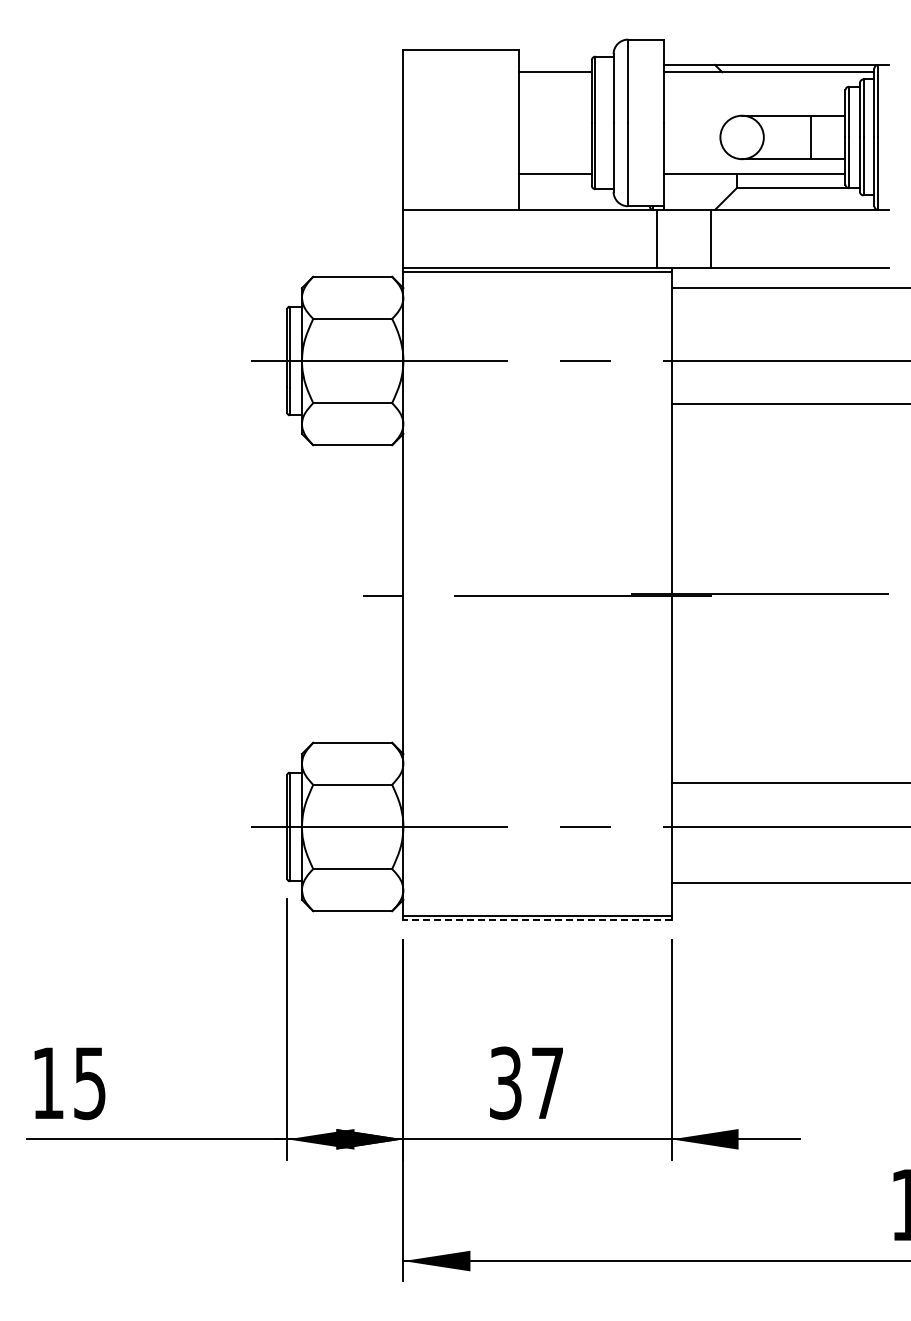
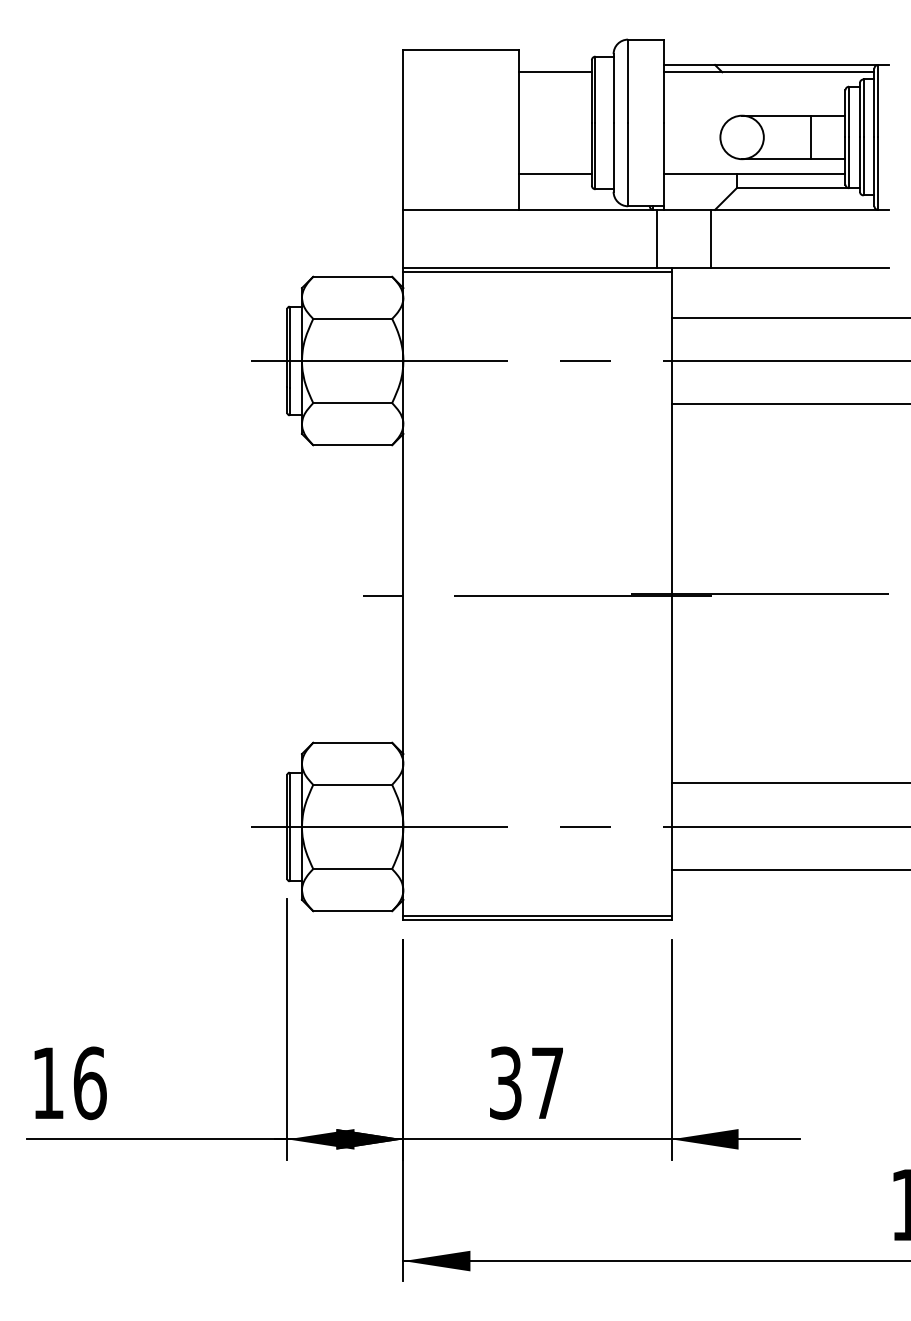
line at (789, 287) position: (789, 287) -> (789, 317)
line at (789, 883) position: (789, 883) -> (789, 870)
line at (537, 920): dashed -> solid
text at (89, 1083): 15 -> 16
